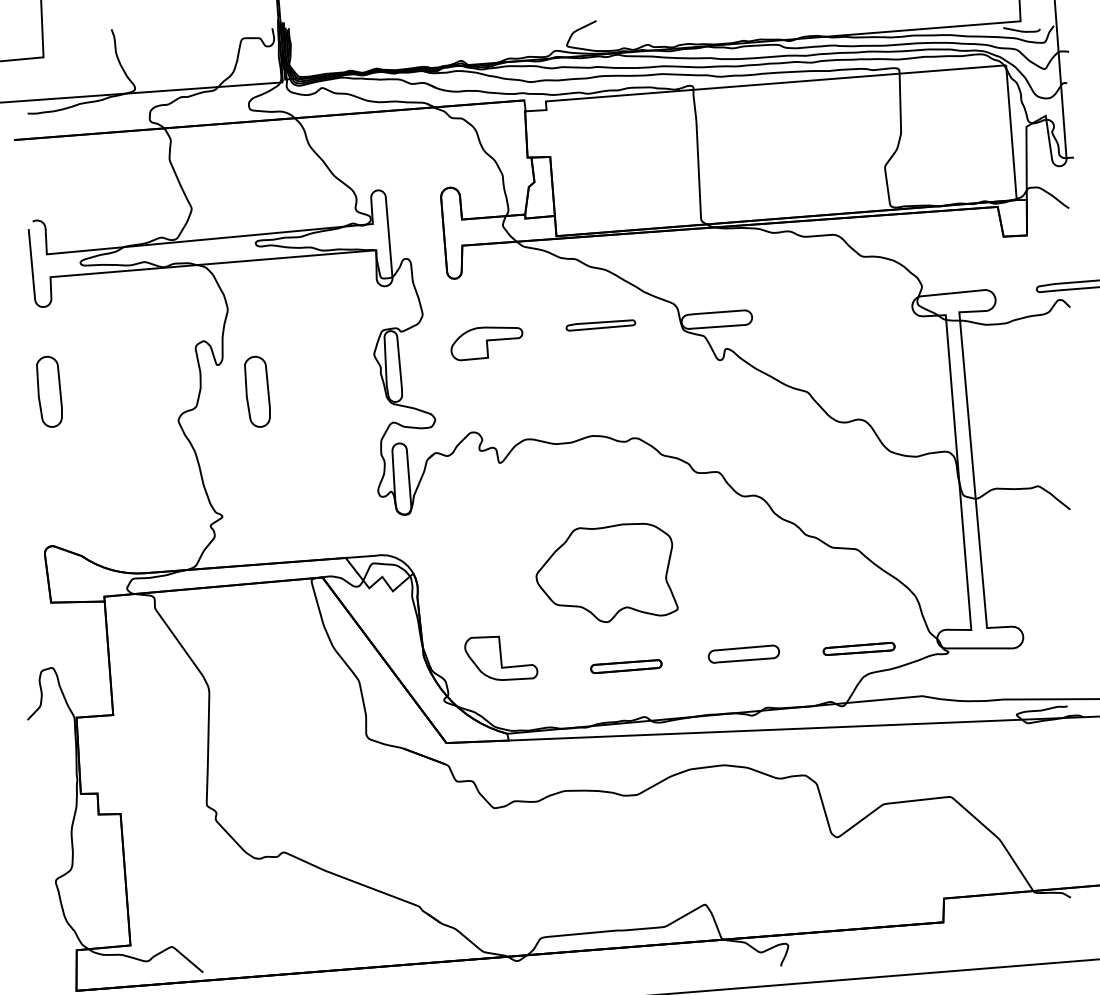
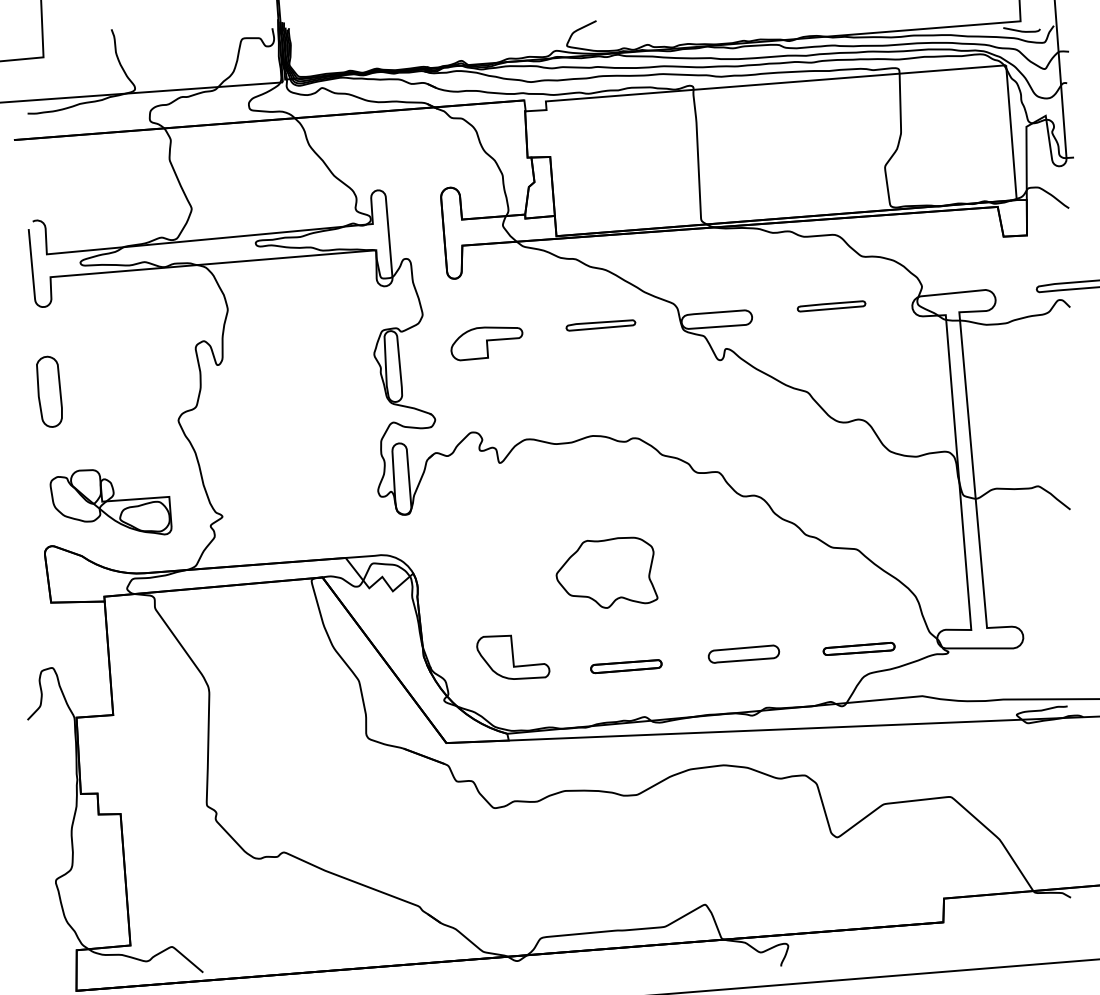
part at (831, 306): none -> present
part at (257, 391): present -> none
part at (110, 502): none -> present
part at (606, 572) size: 144x100 px -> 104x73 px
part at (501, 657) position: (501, 657) -> (513, 656)
